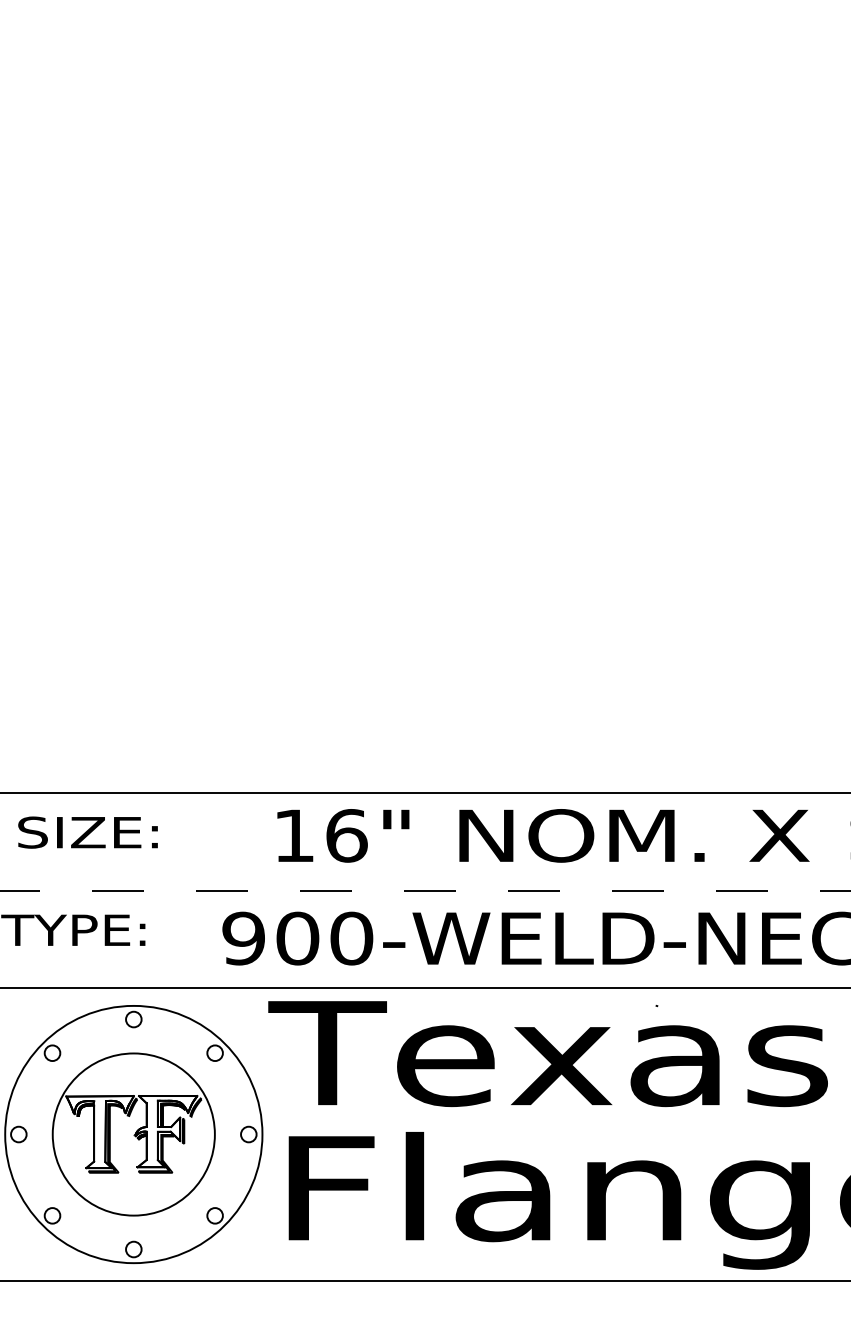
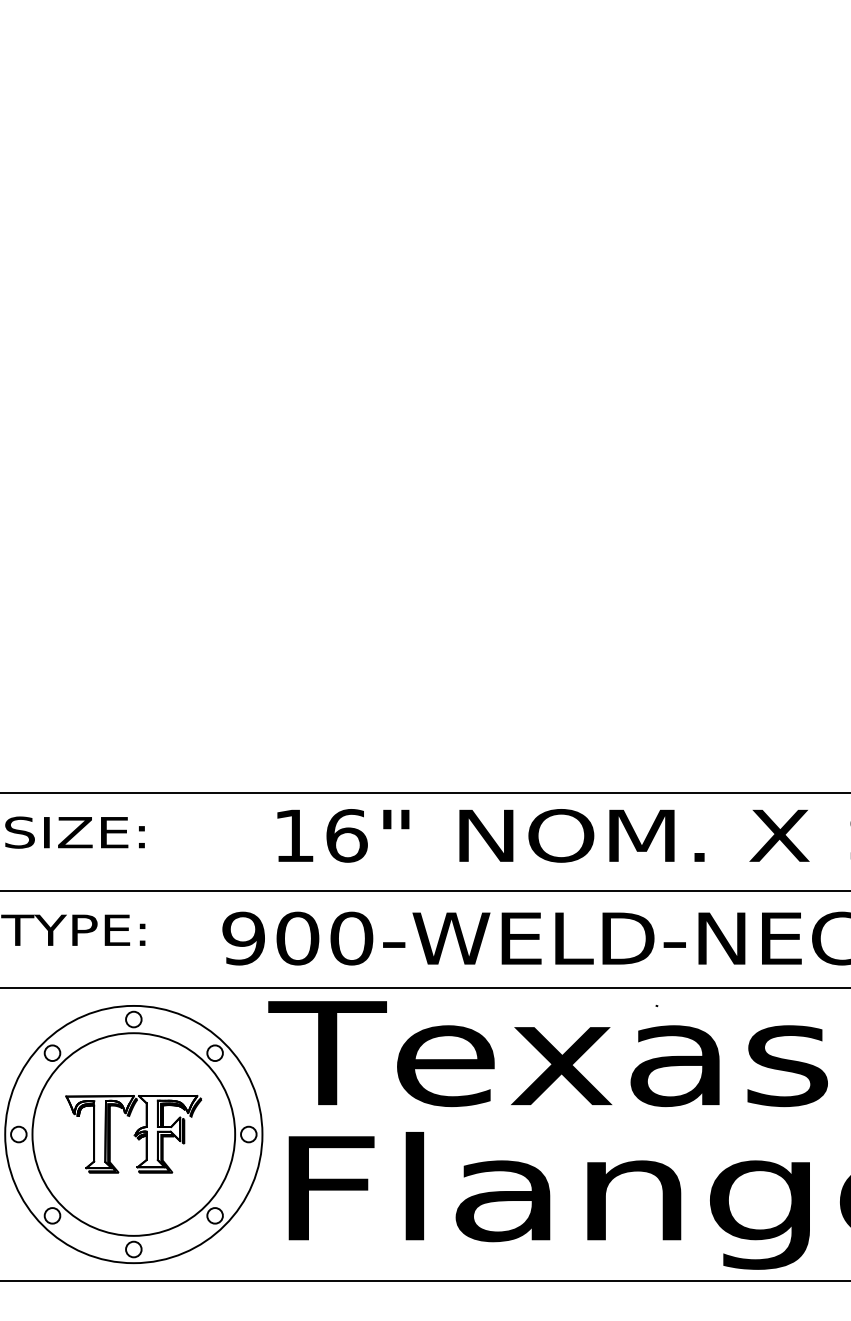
text at (87, 832) position: (87, 832) -> (74, 832)
line at (426, 890): dashed -> solid
circle at (133, 1134) diameter: 162 px -> 203 px
